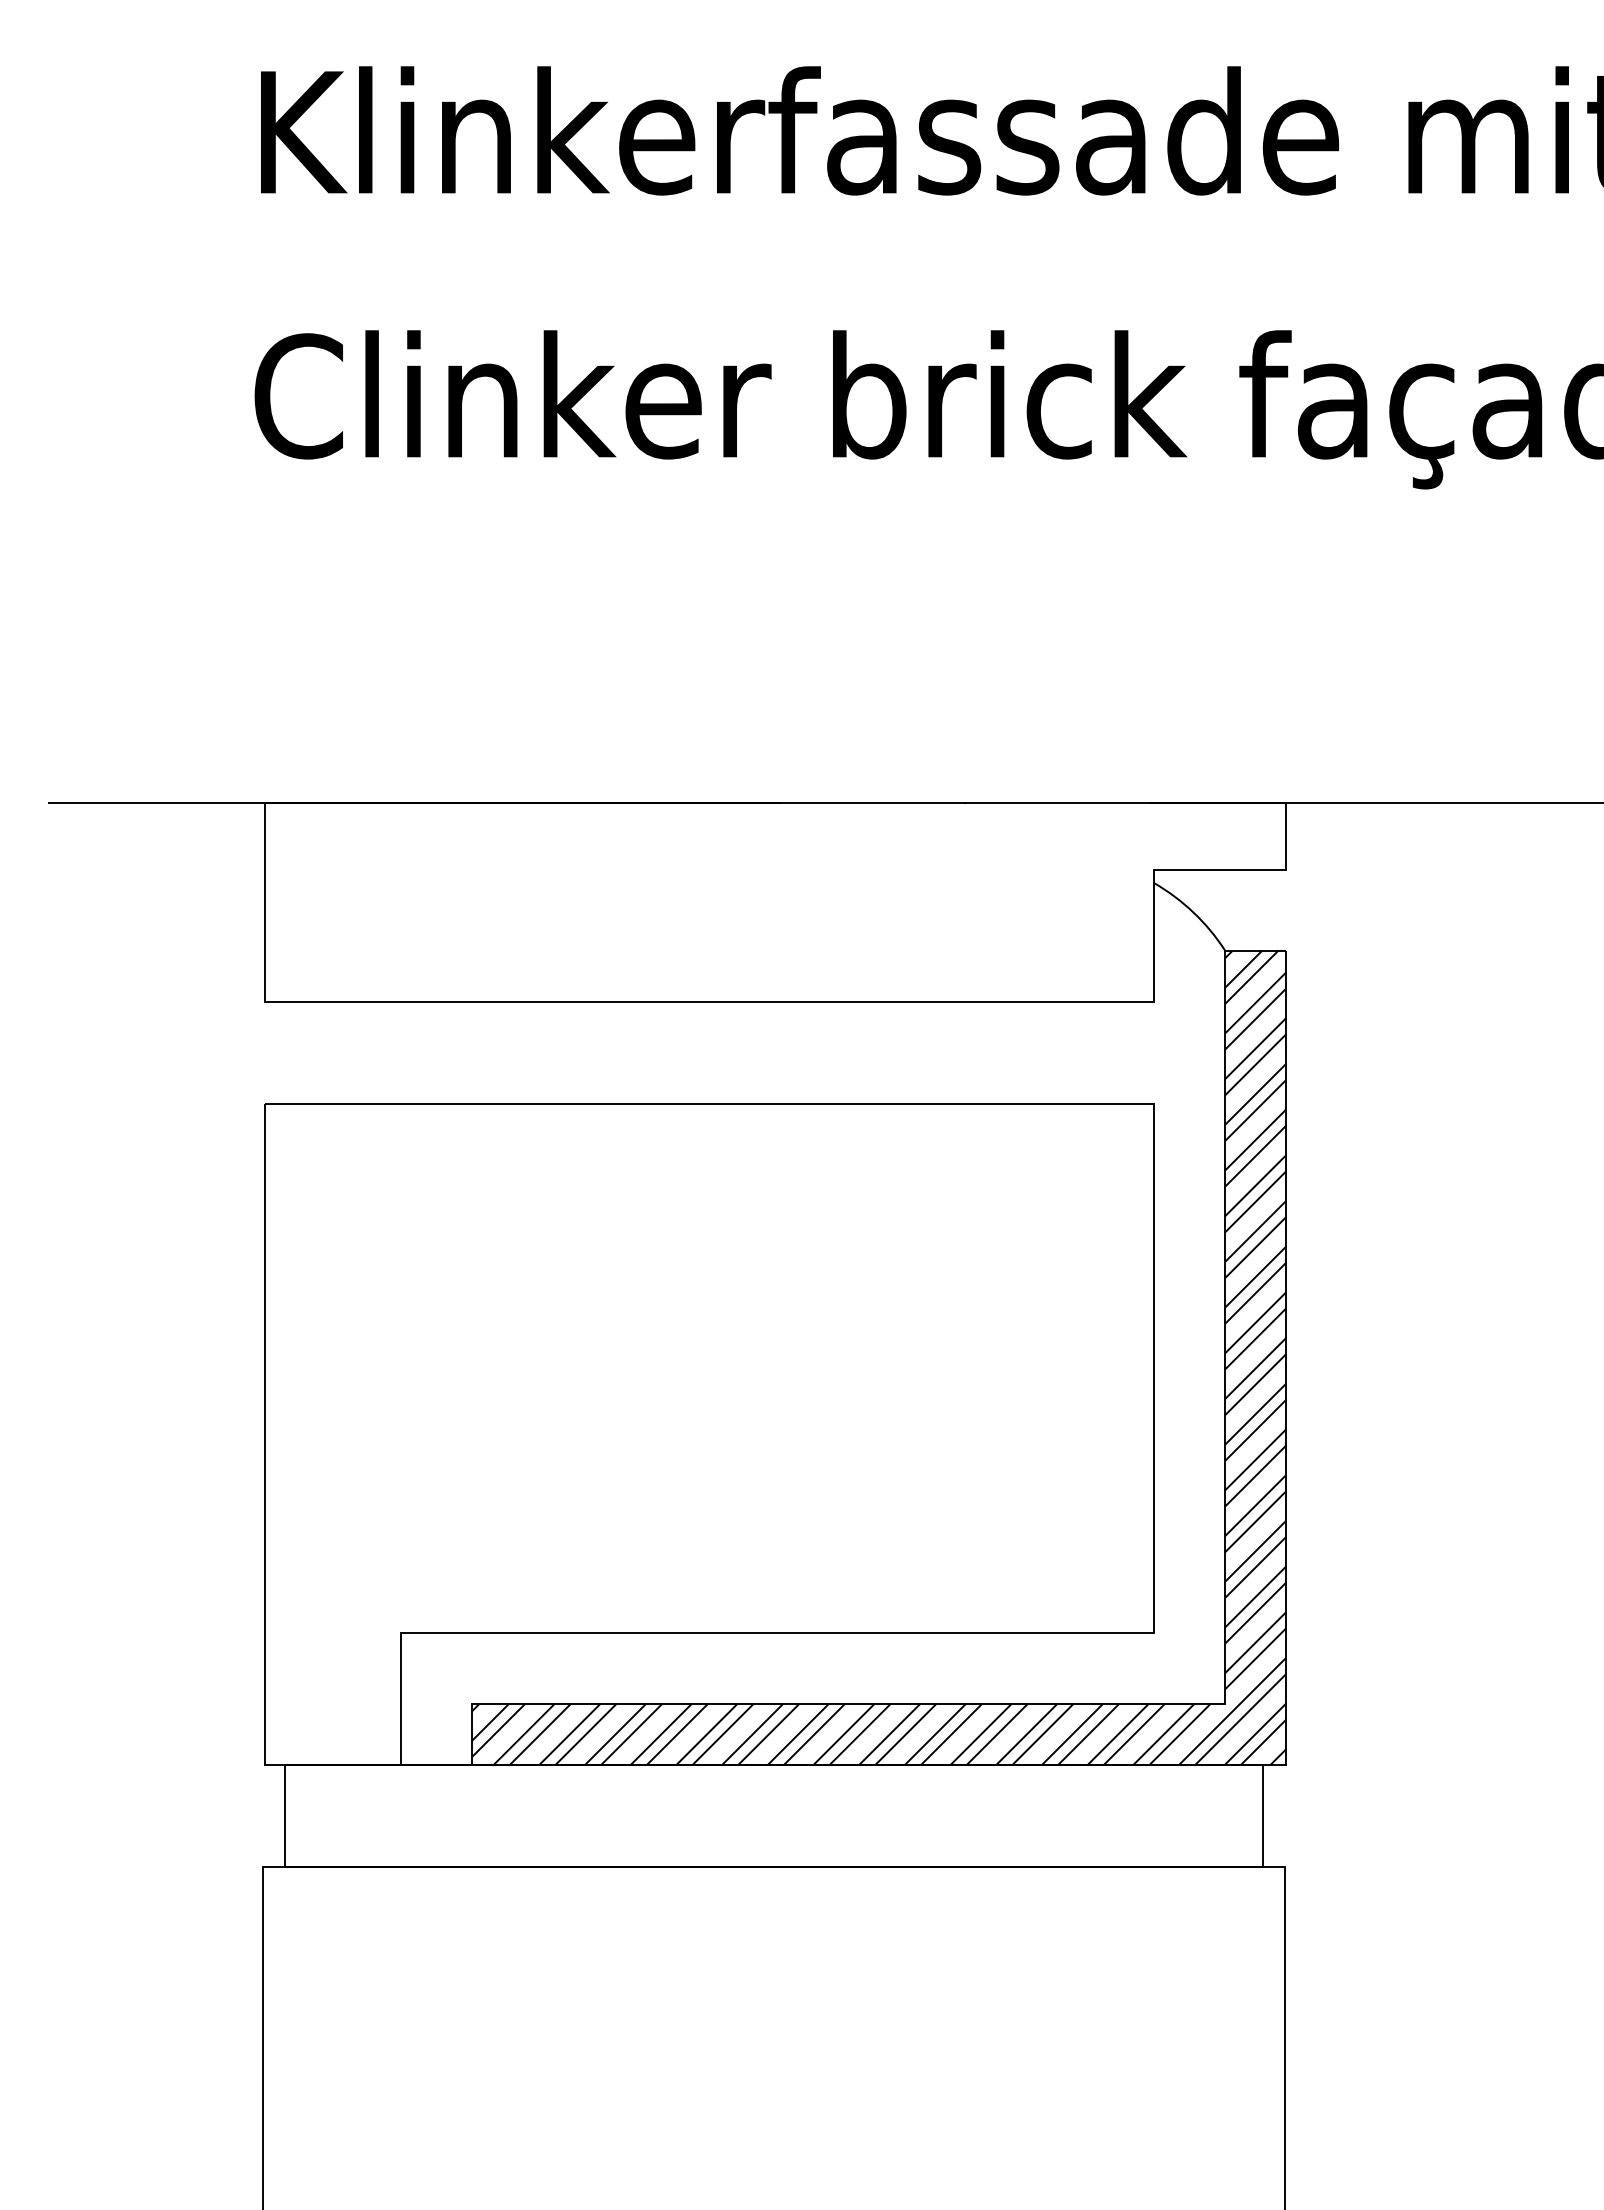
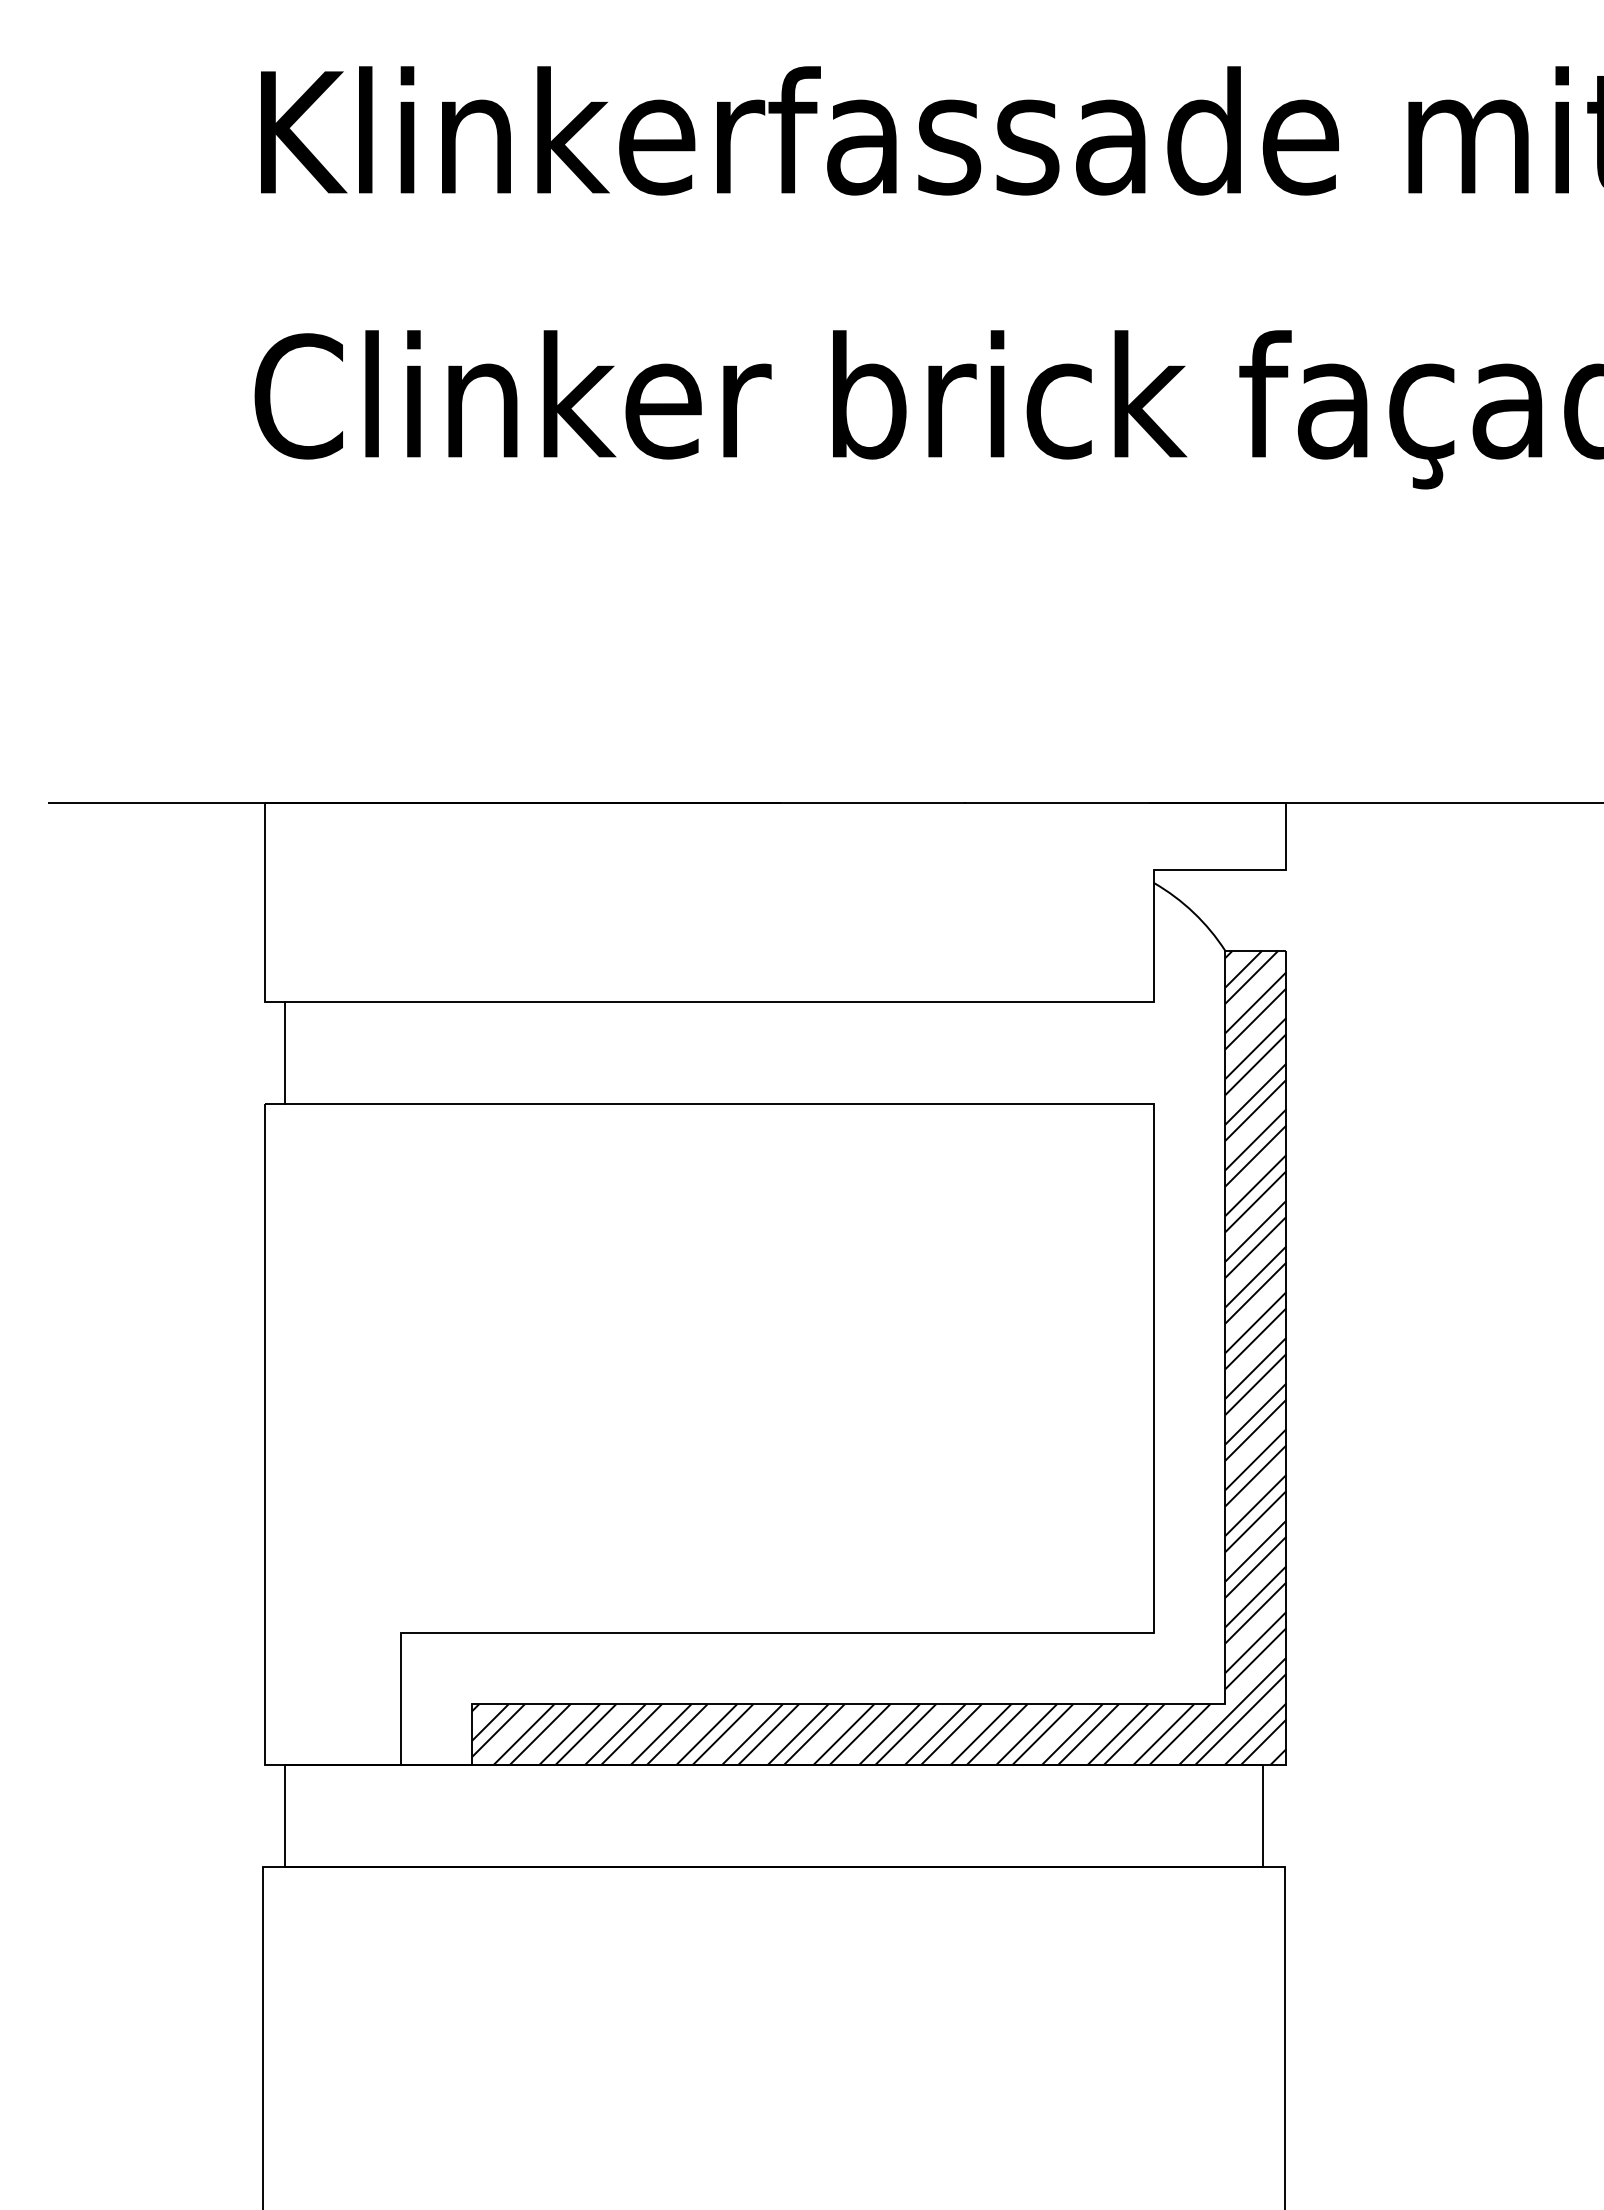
line at (285, 1052): none -> present
